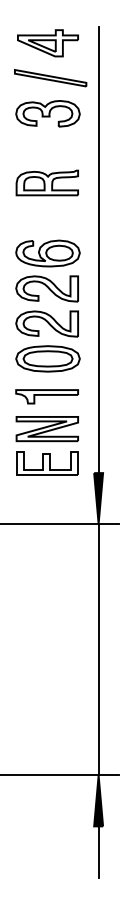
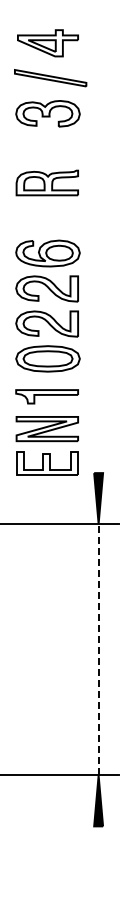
line at (98, 250): present -> none
line at (98, 649): solid -> dashed
line at (98, 851): present -> none
